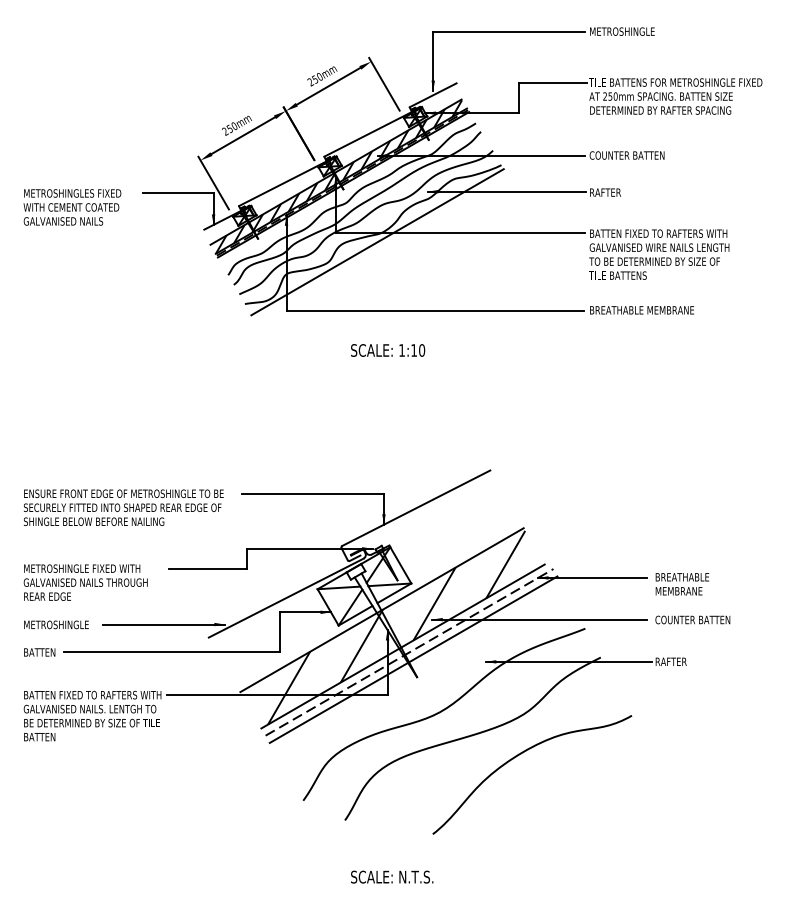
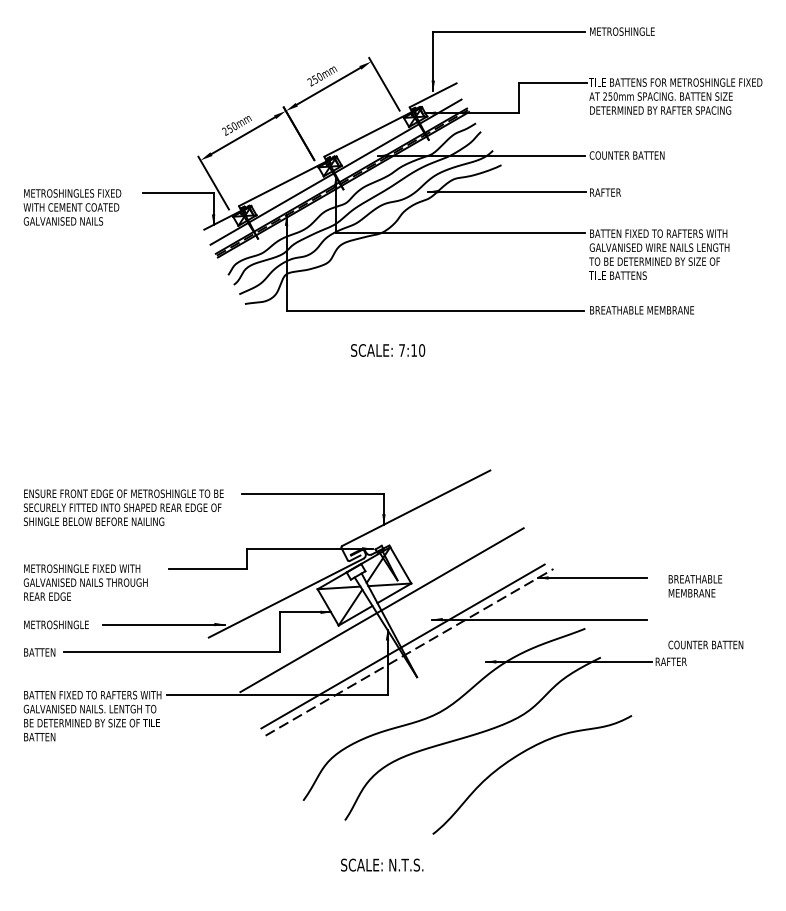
hatch at (338, 176): present -> none
line at (377, 242): present -> none
text at (401, 350): 1:10 -> 7:10
text at (682, 584) position: (682, 584) -> (695, 586)
text at (692, 619) position: (692, 619) -> (705, 644)
hatch at (396, 627): present -> none
line at (413, 659): present -> none
text at (392, 876) position: (392, 876) -> (382, 864)
